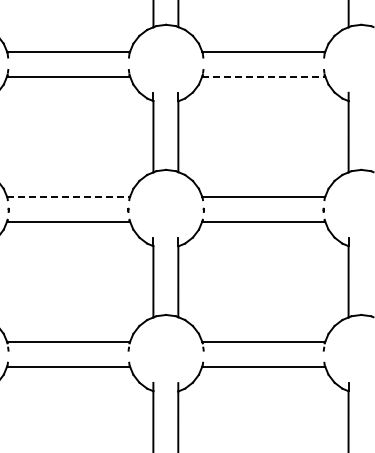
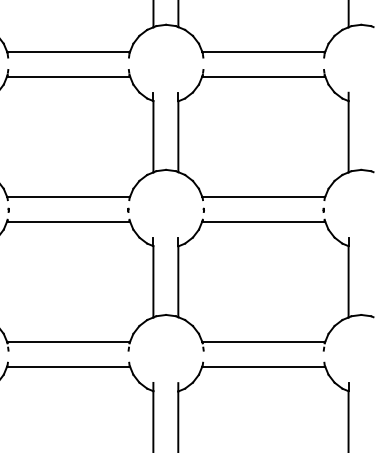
line at (263, 76): dashed -> solid
line at (69, 196): dashed -> solid
